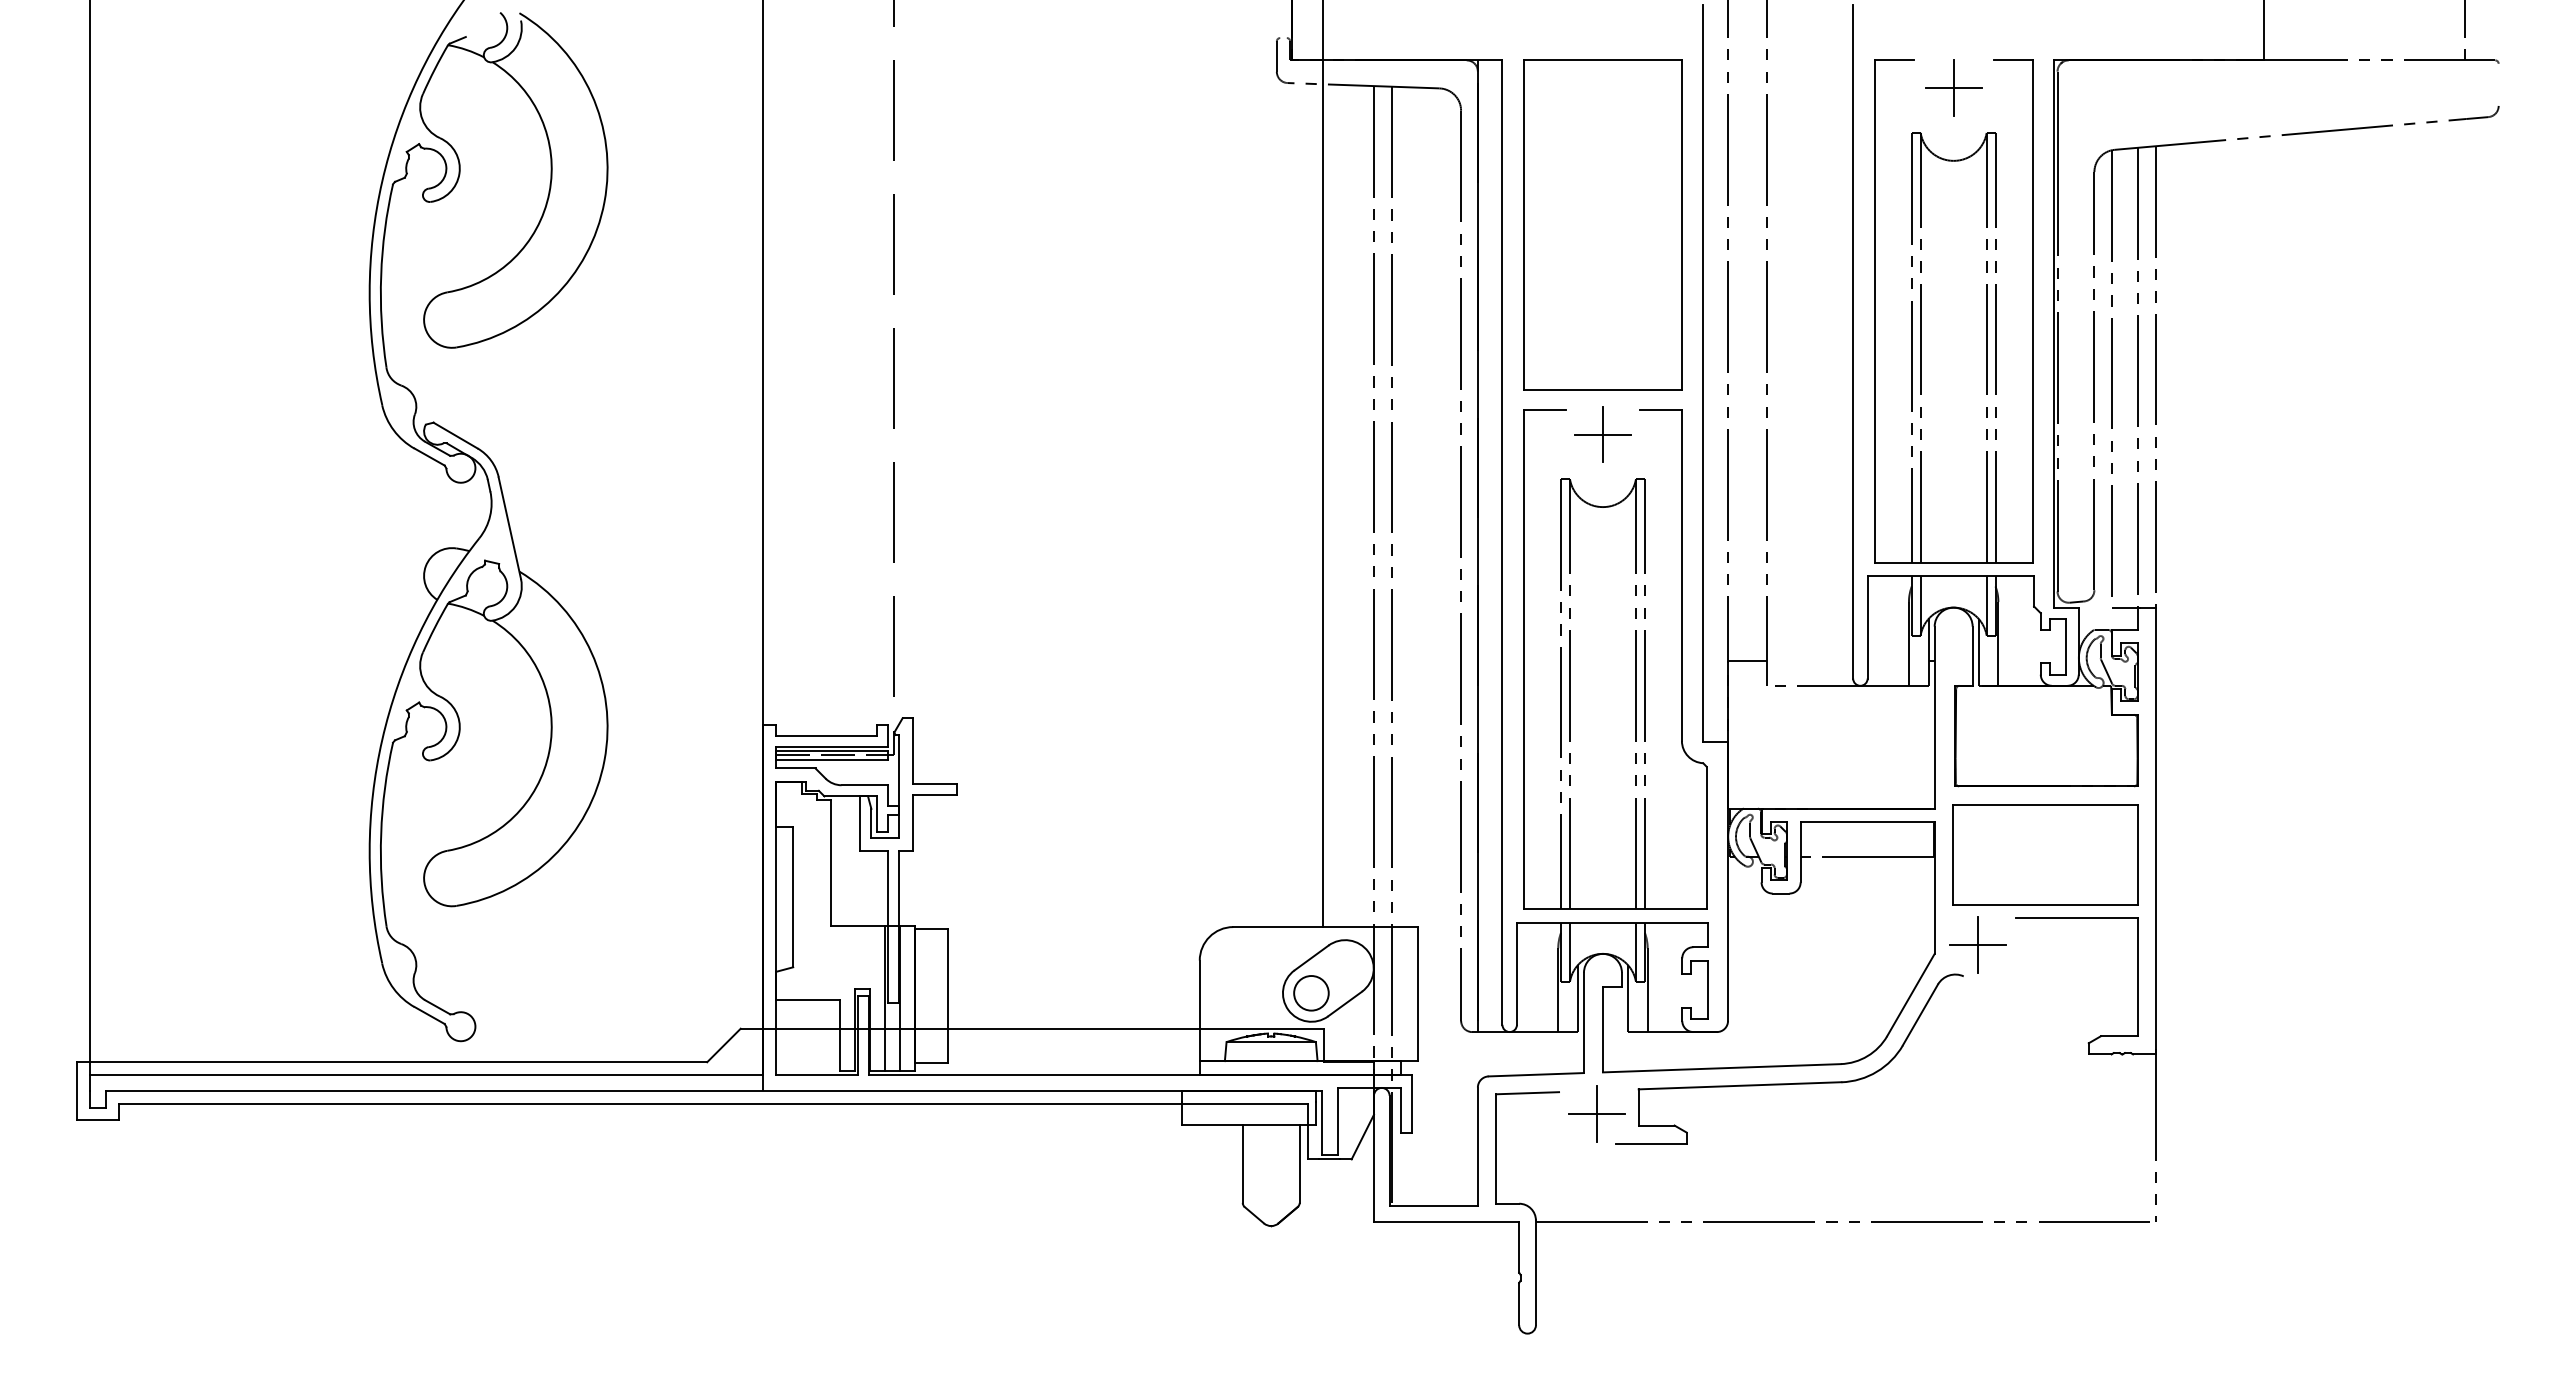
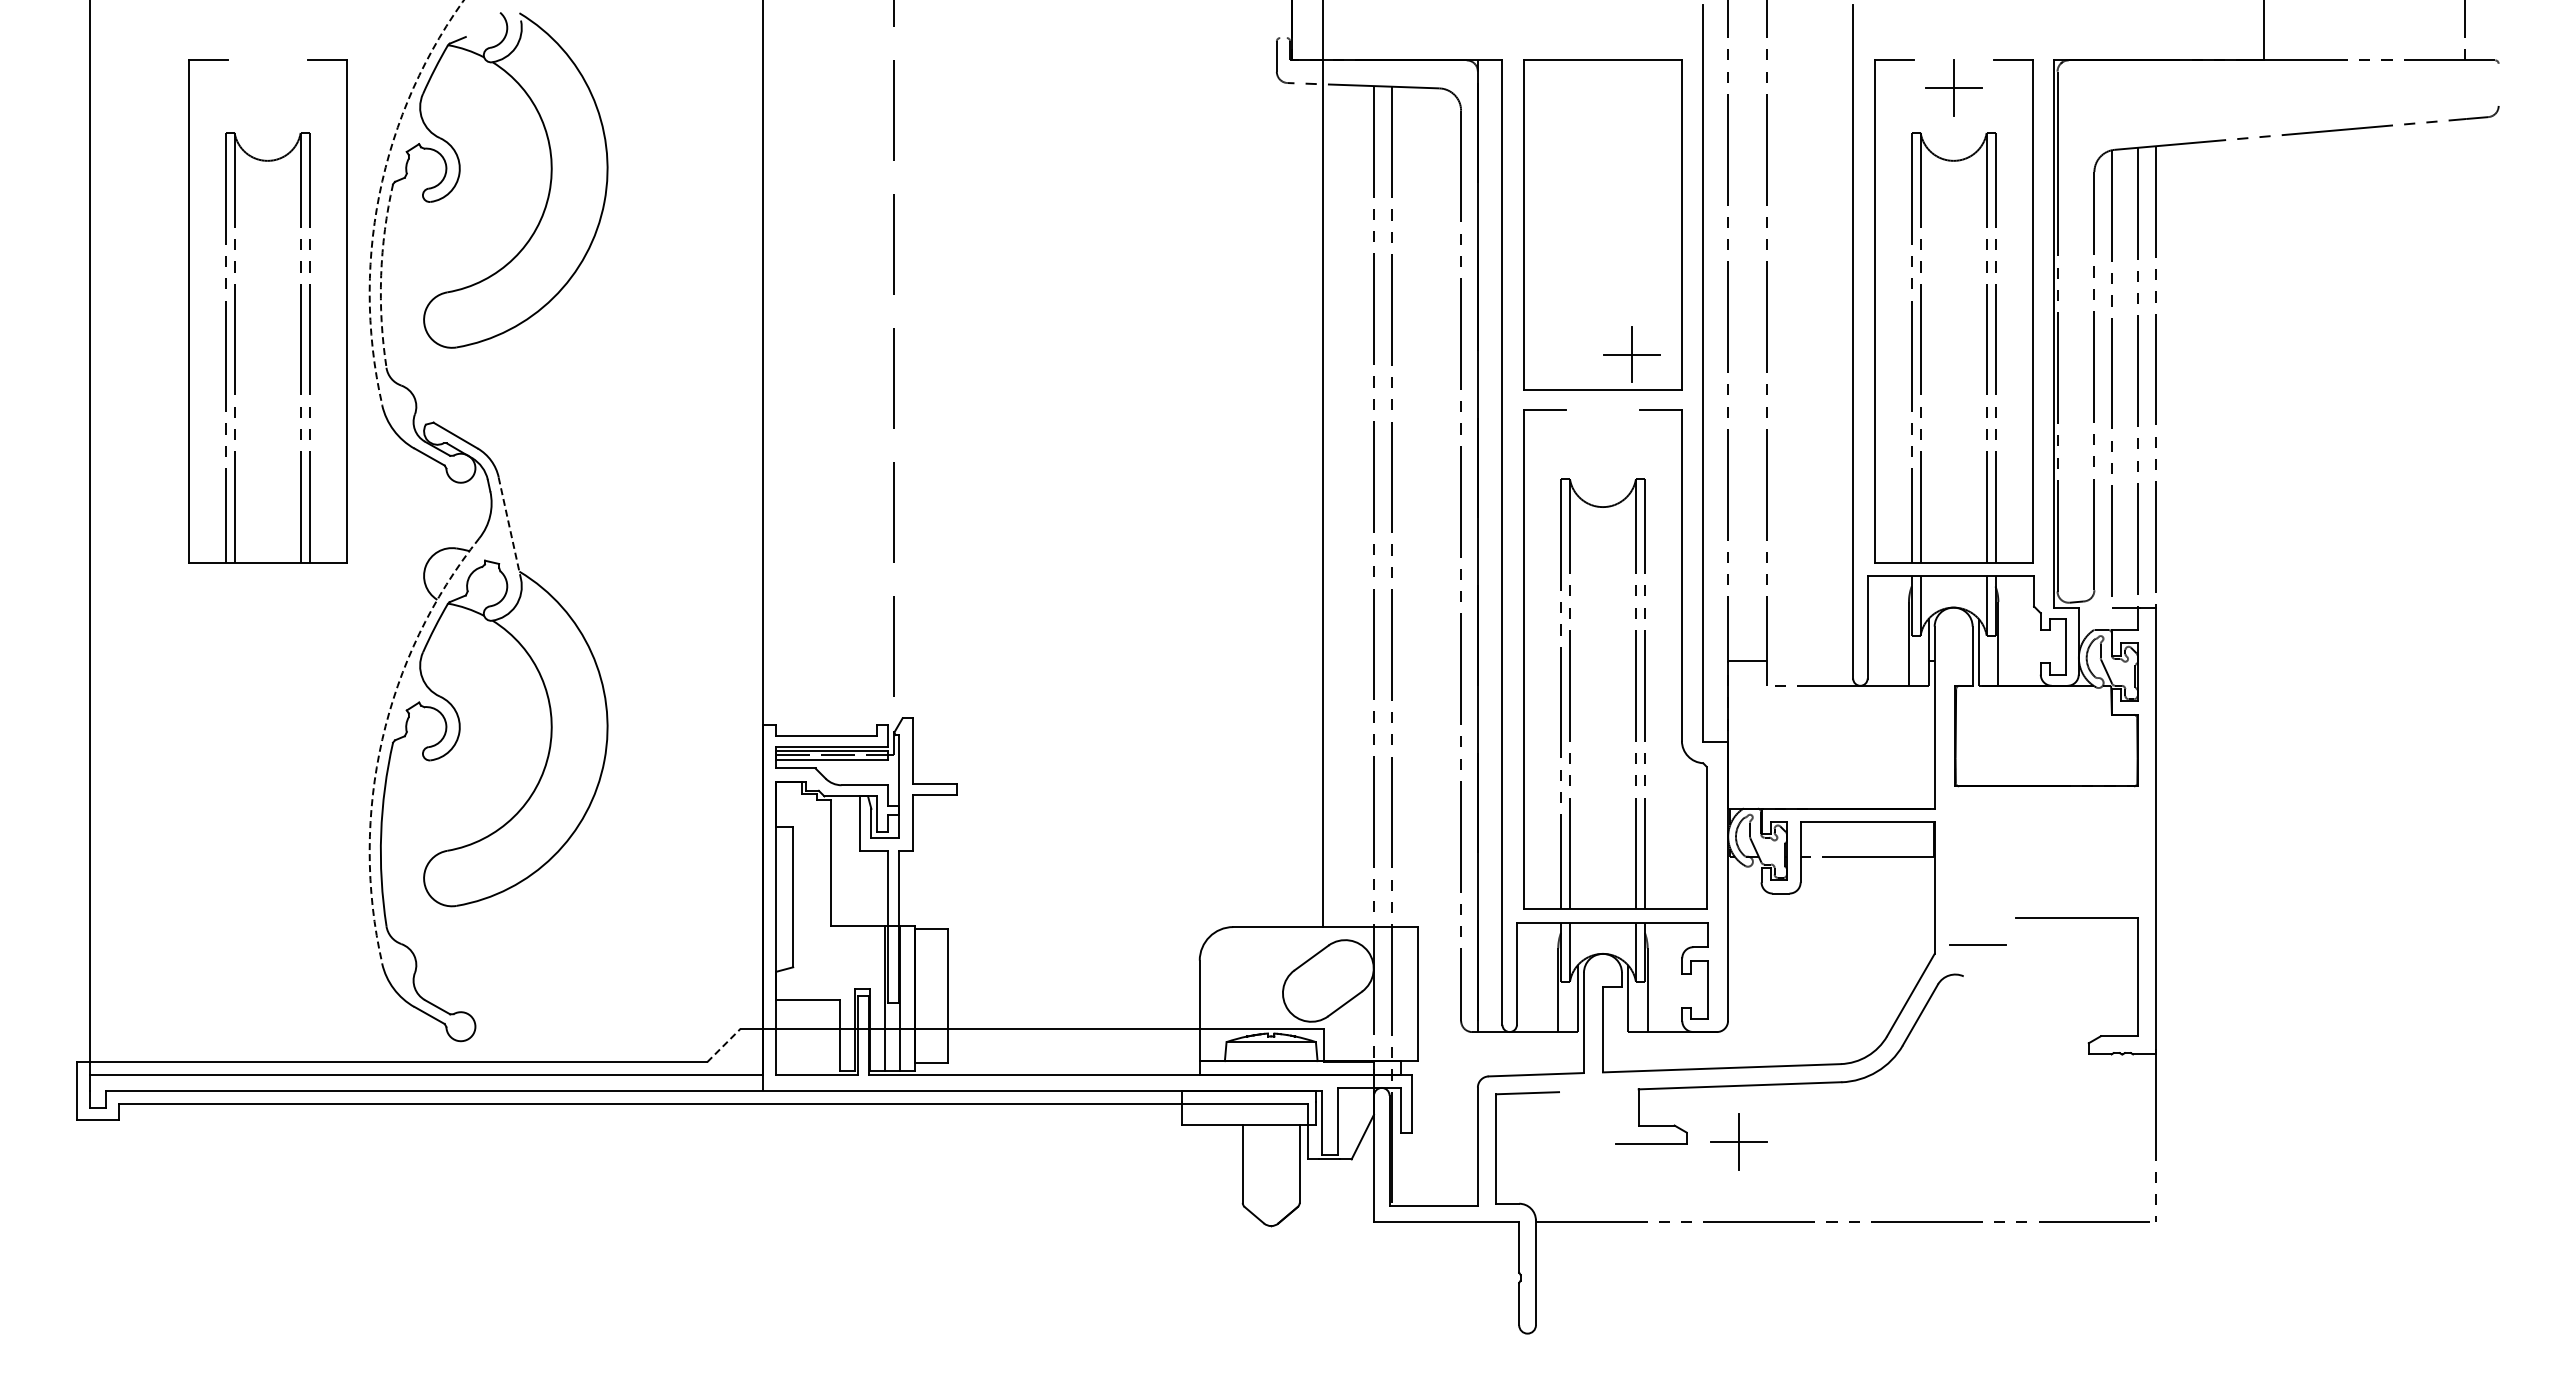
arc at (379, 194): solid -> dashed
arc at (381, 275): solid -> dashed
part at (235, 311): none -> present
part at (1602, 434) position: (1602, 434) -> (1631, 354)
line at (509, 528): solid -> dashed
arc at (382, 739): solid -> dashed
part at (2045, 854): present -> none
line at (1978, 944): present -> none
circle at (1311, 993): present -> none
line at (723, 1045): solid -> dashed
part at (1596, 1113) position: (1596, 1113) -> (1738, 1141)
